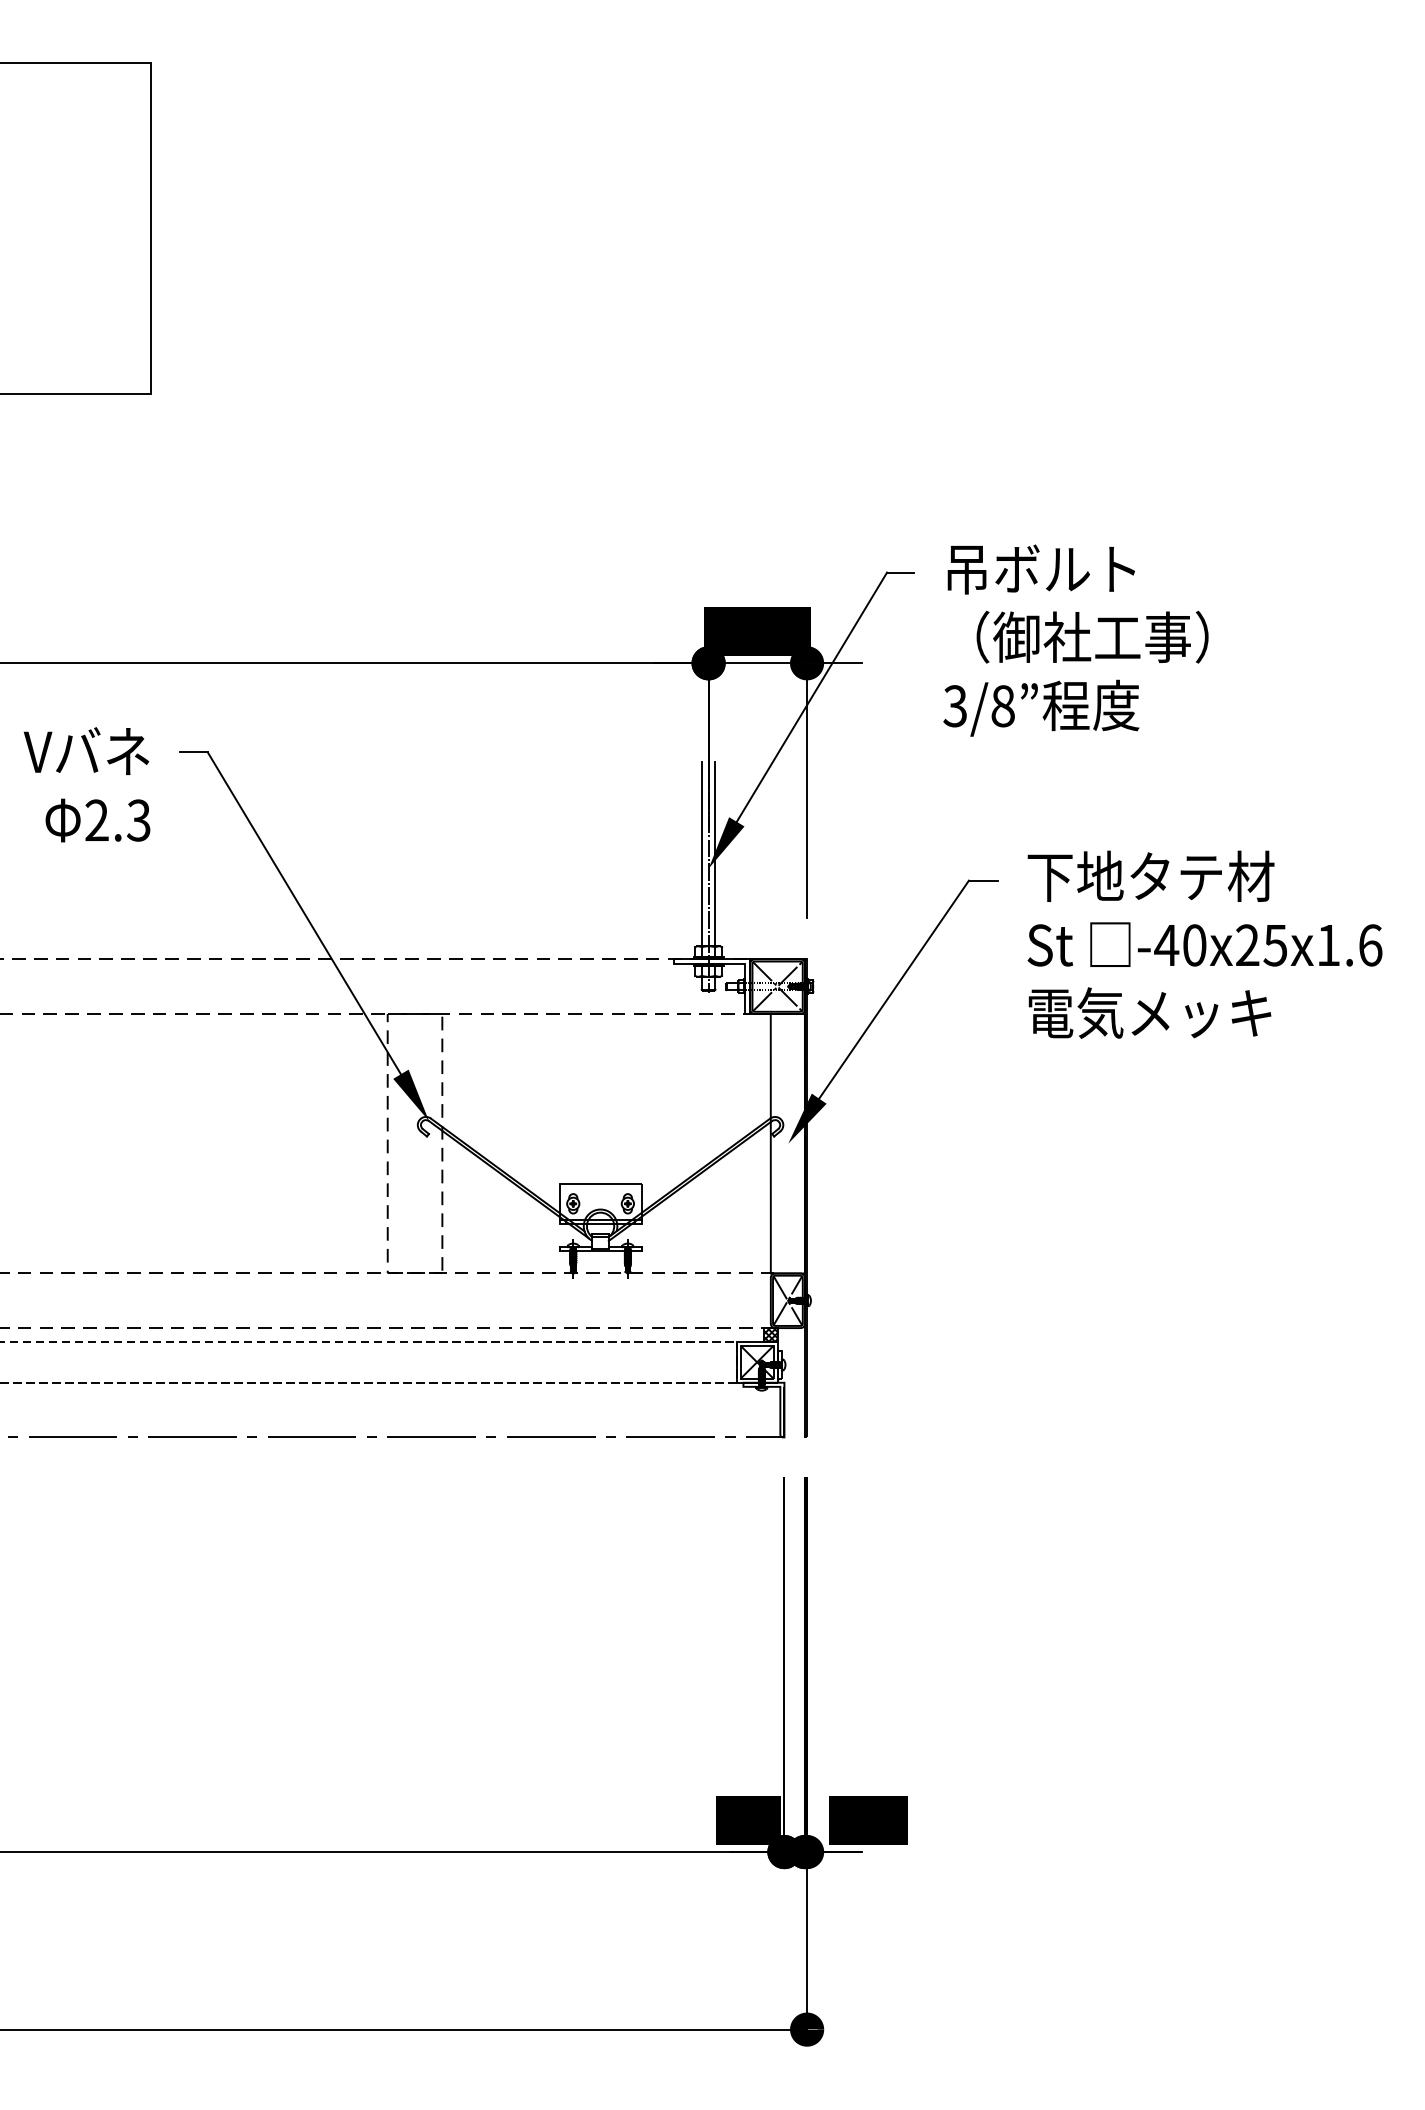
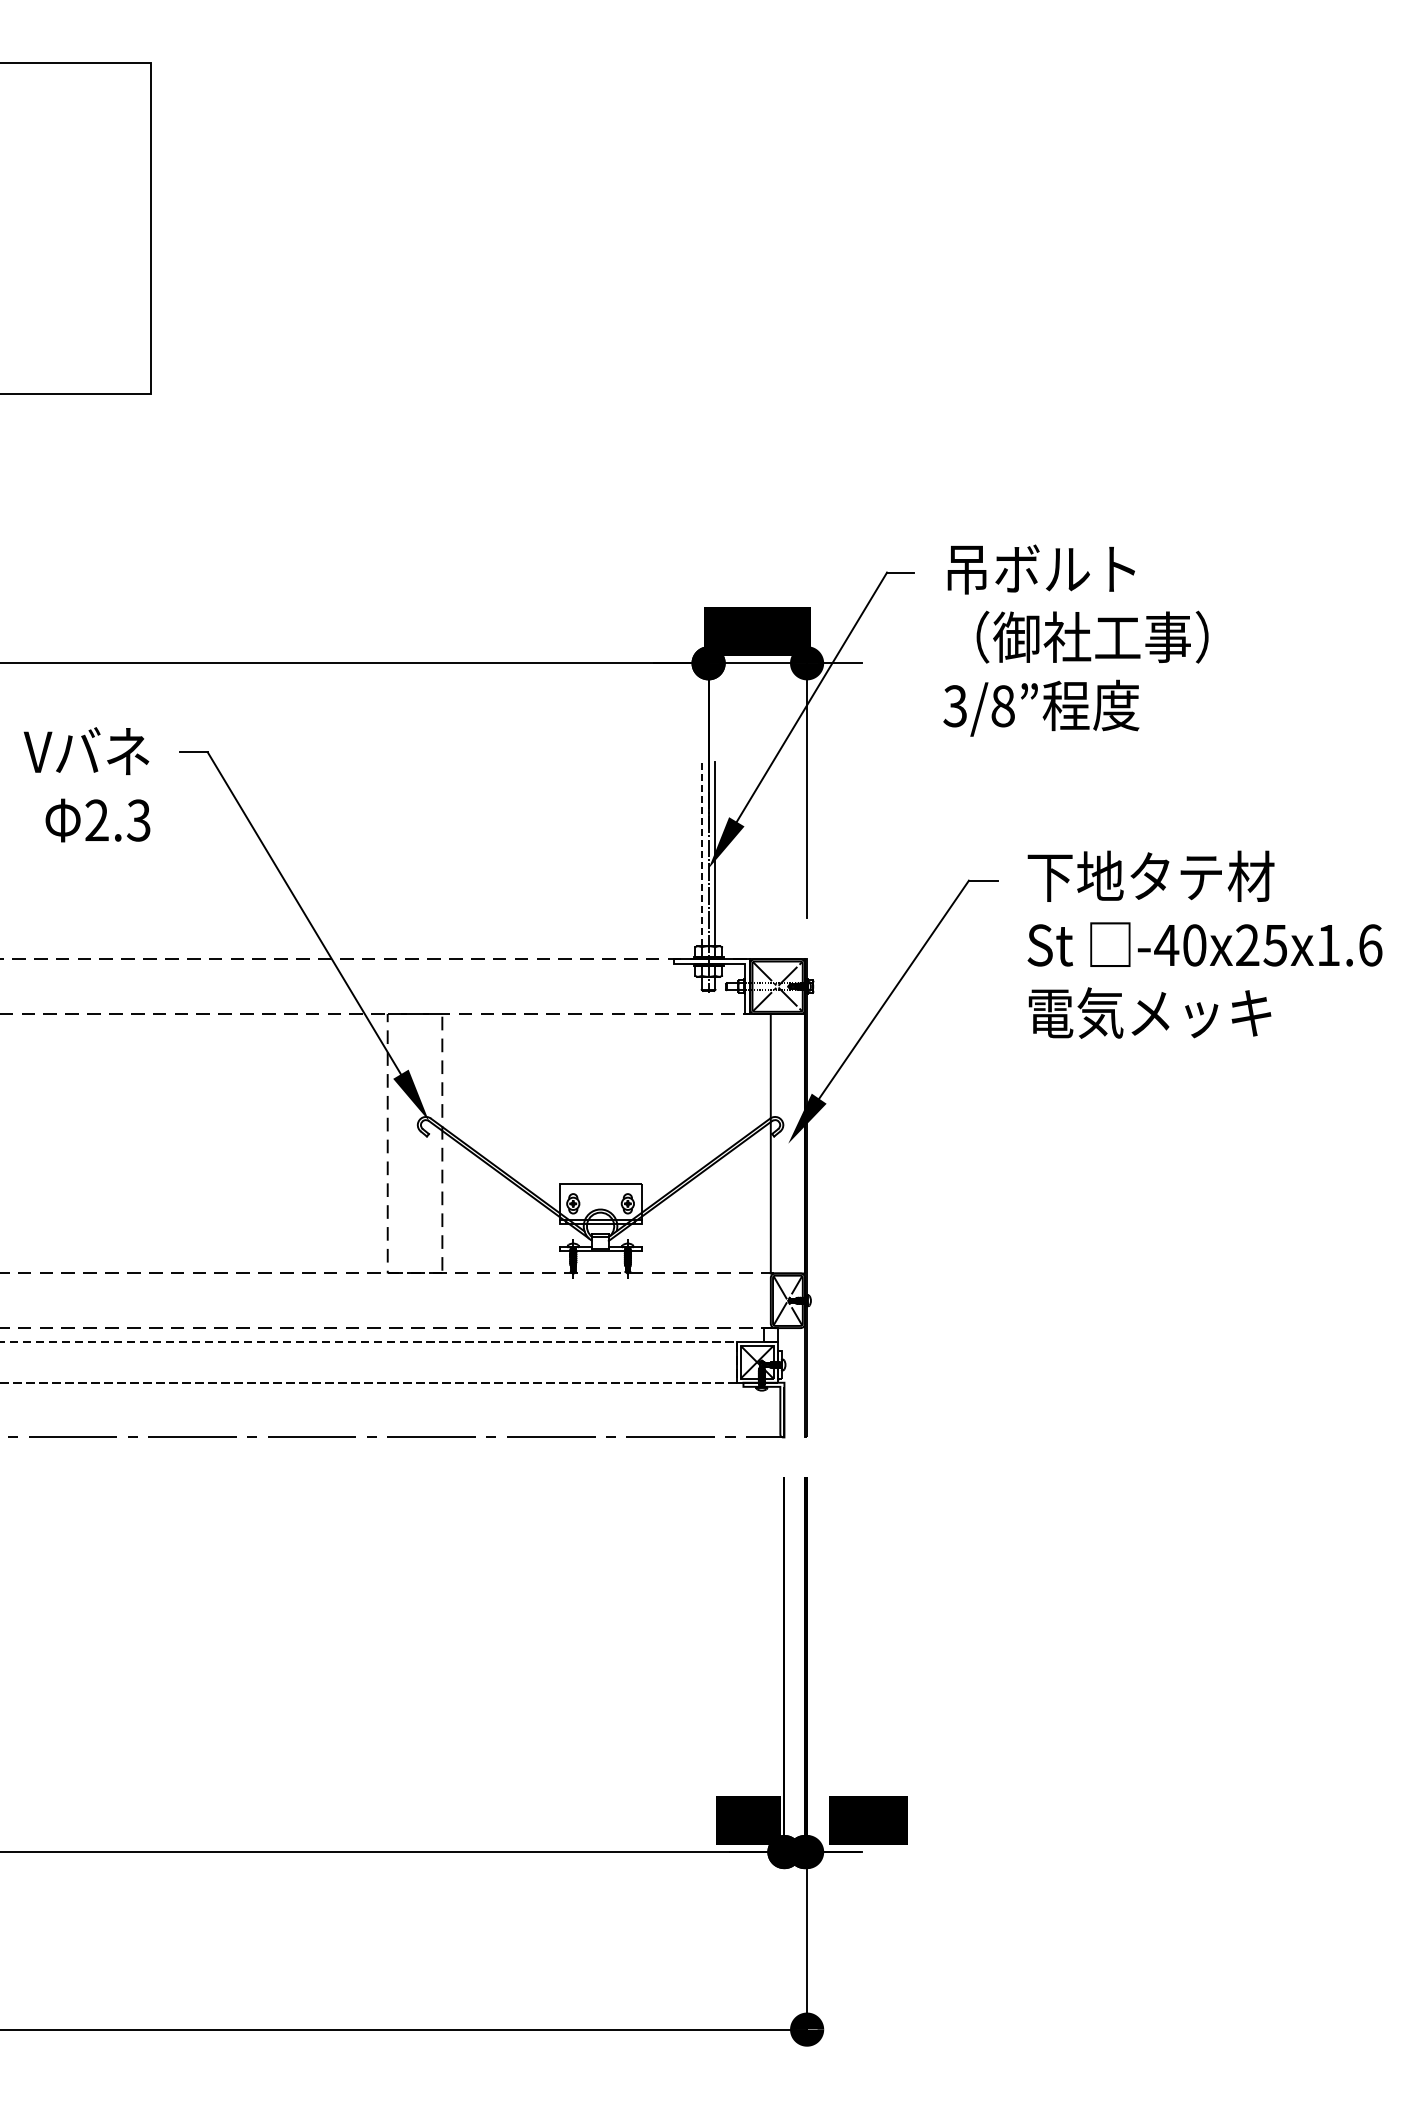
line at (701, 853): solid -> dashed
hatch at (770, 1334): present -> none
